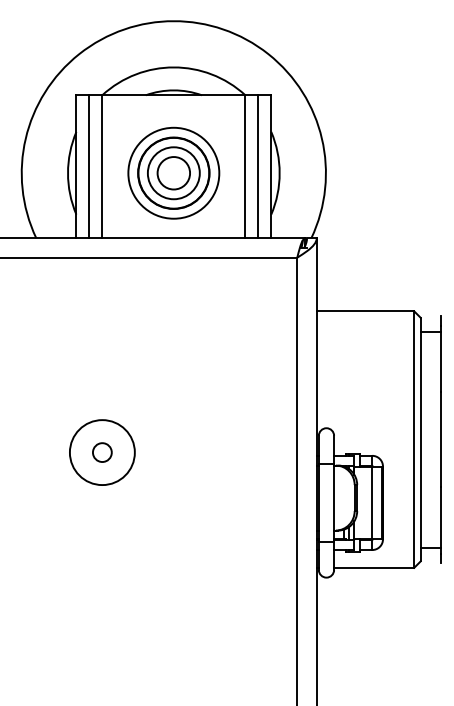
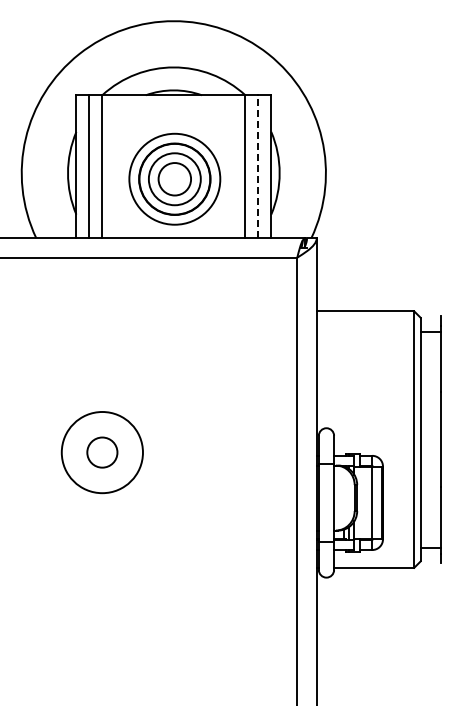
line at (258, 166): solid -> dashed
part at (173, 172) position: (173, 172) -> (174, 178)
circle at (101, 452) diameter: 19 px -> 30 px
circle at (101, 452) diameter: 65 px -> 81 px
